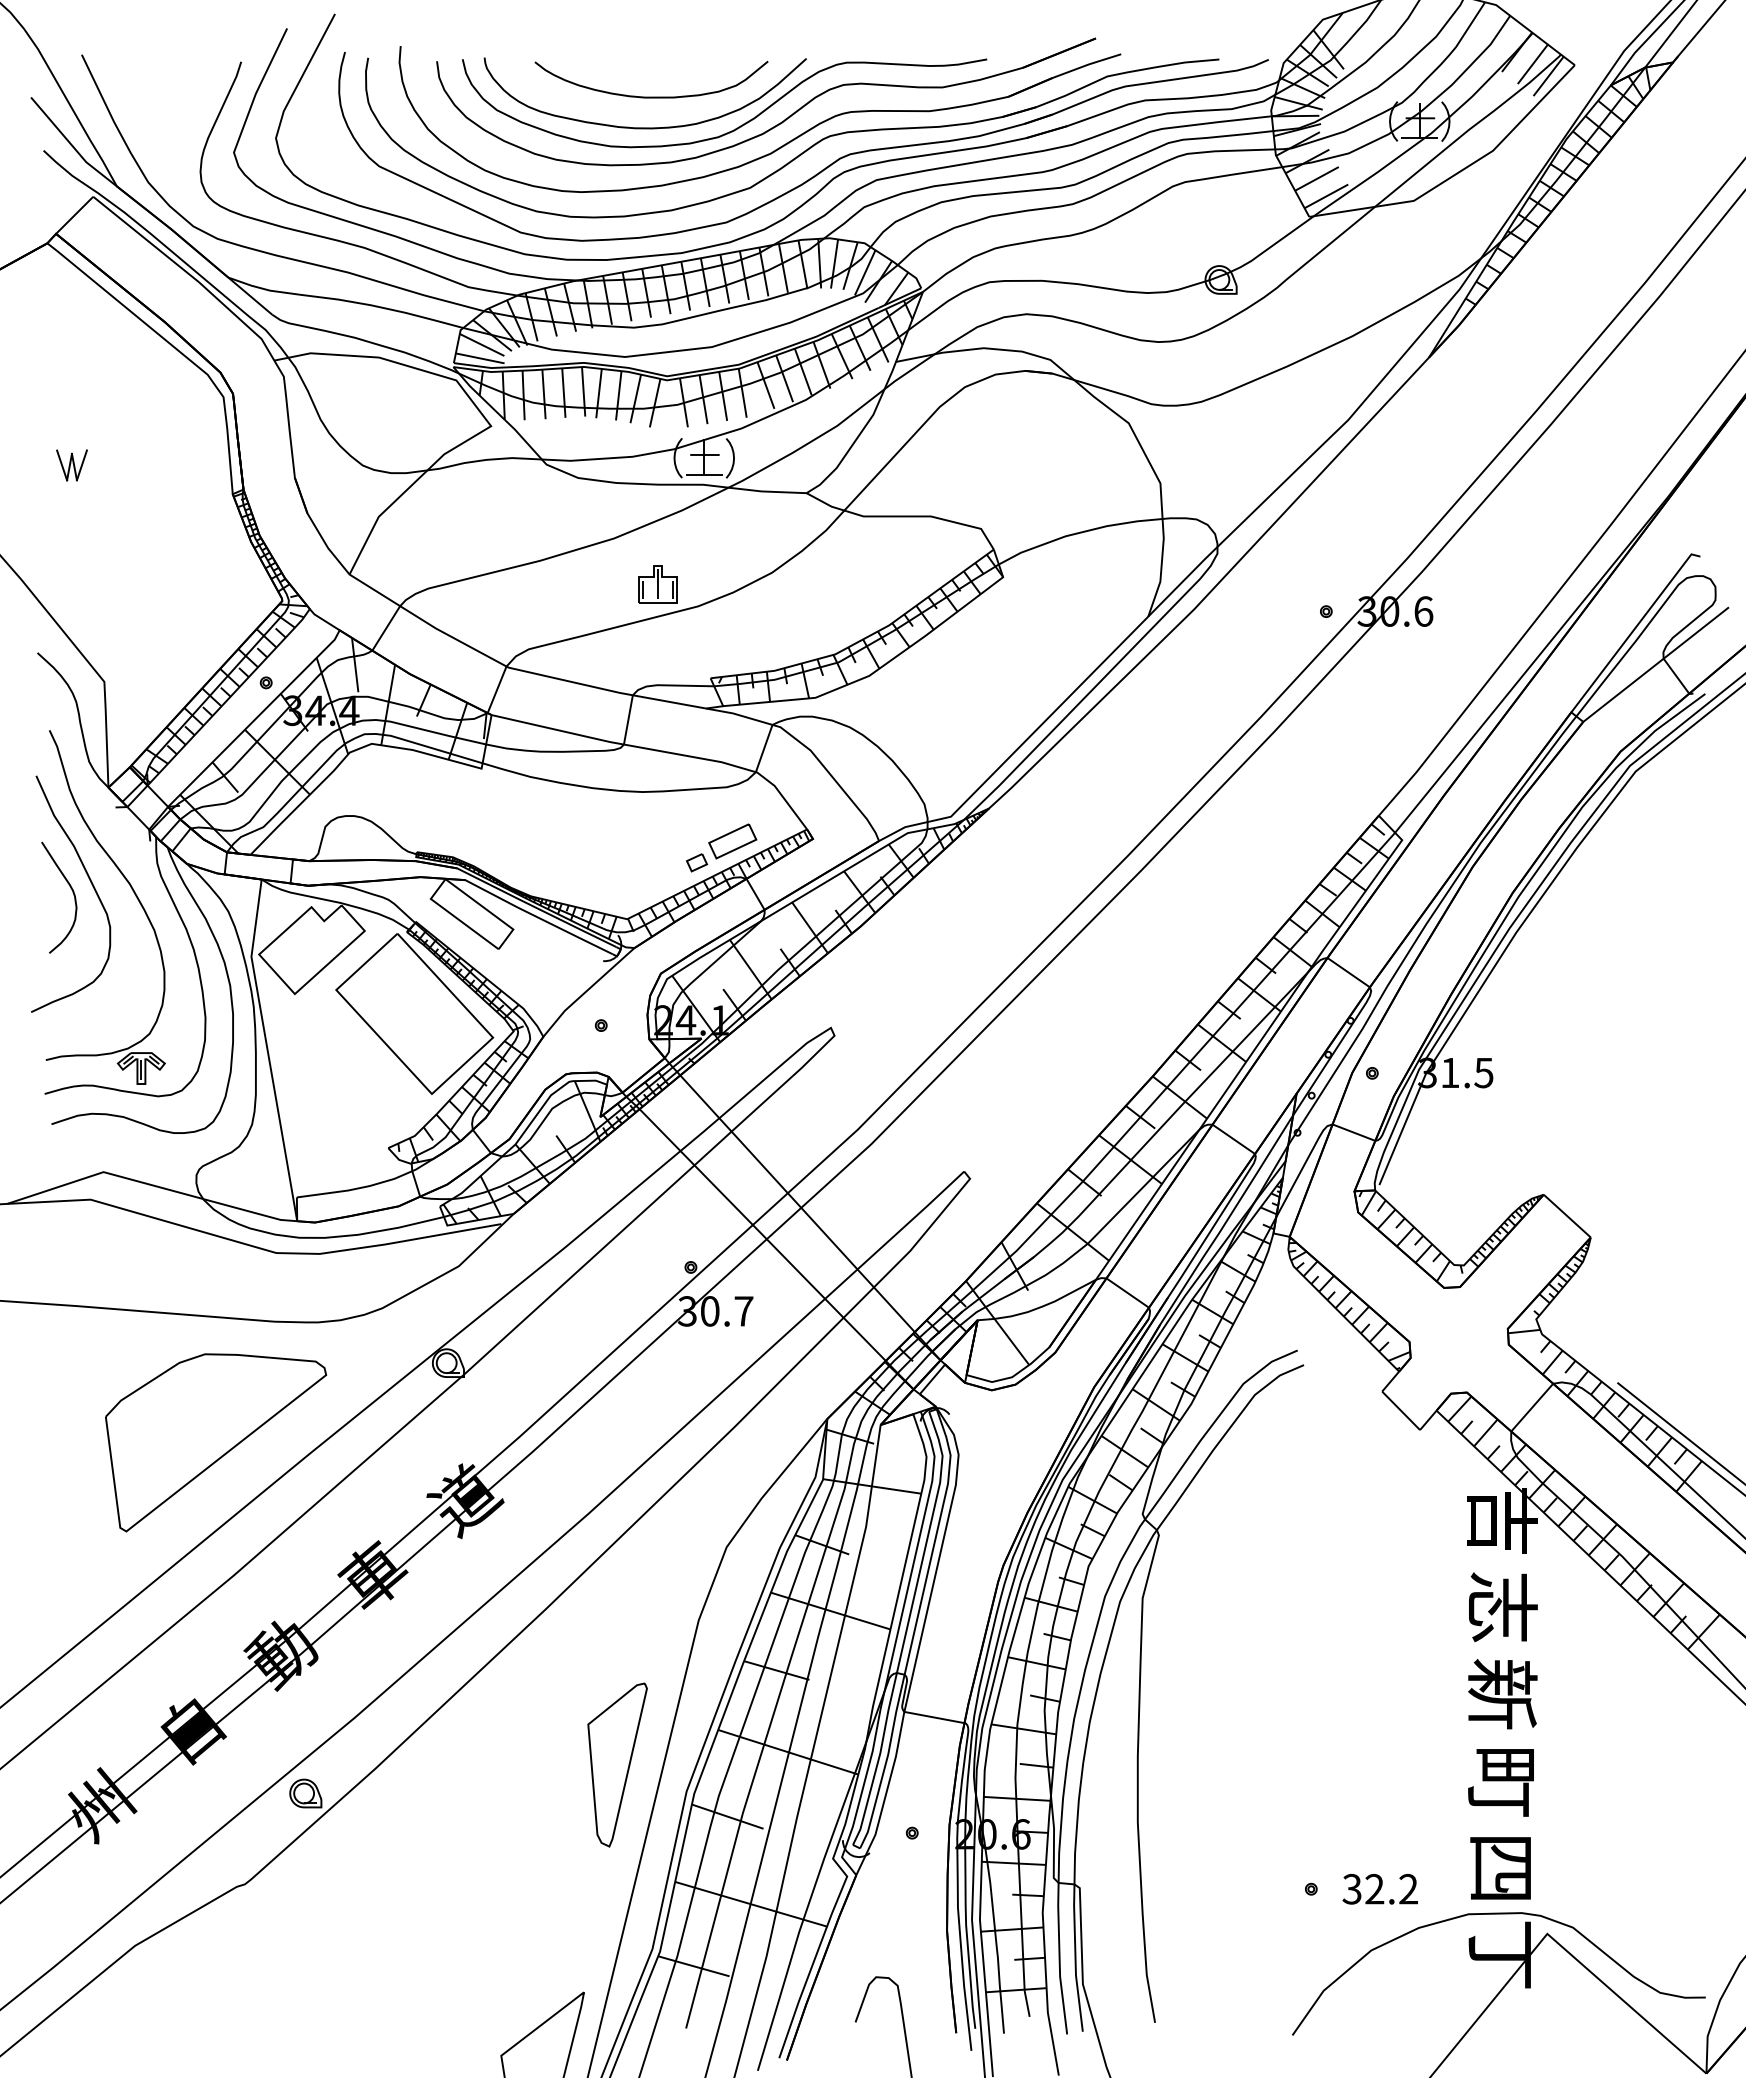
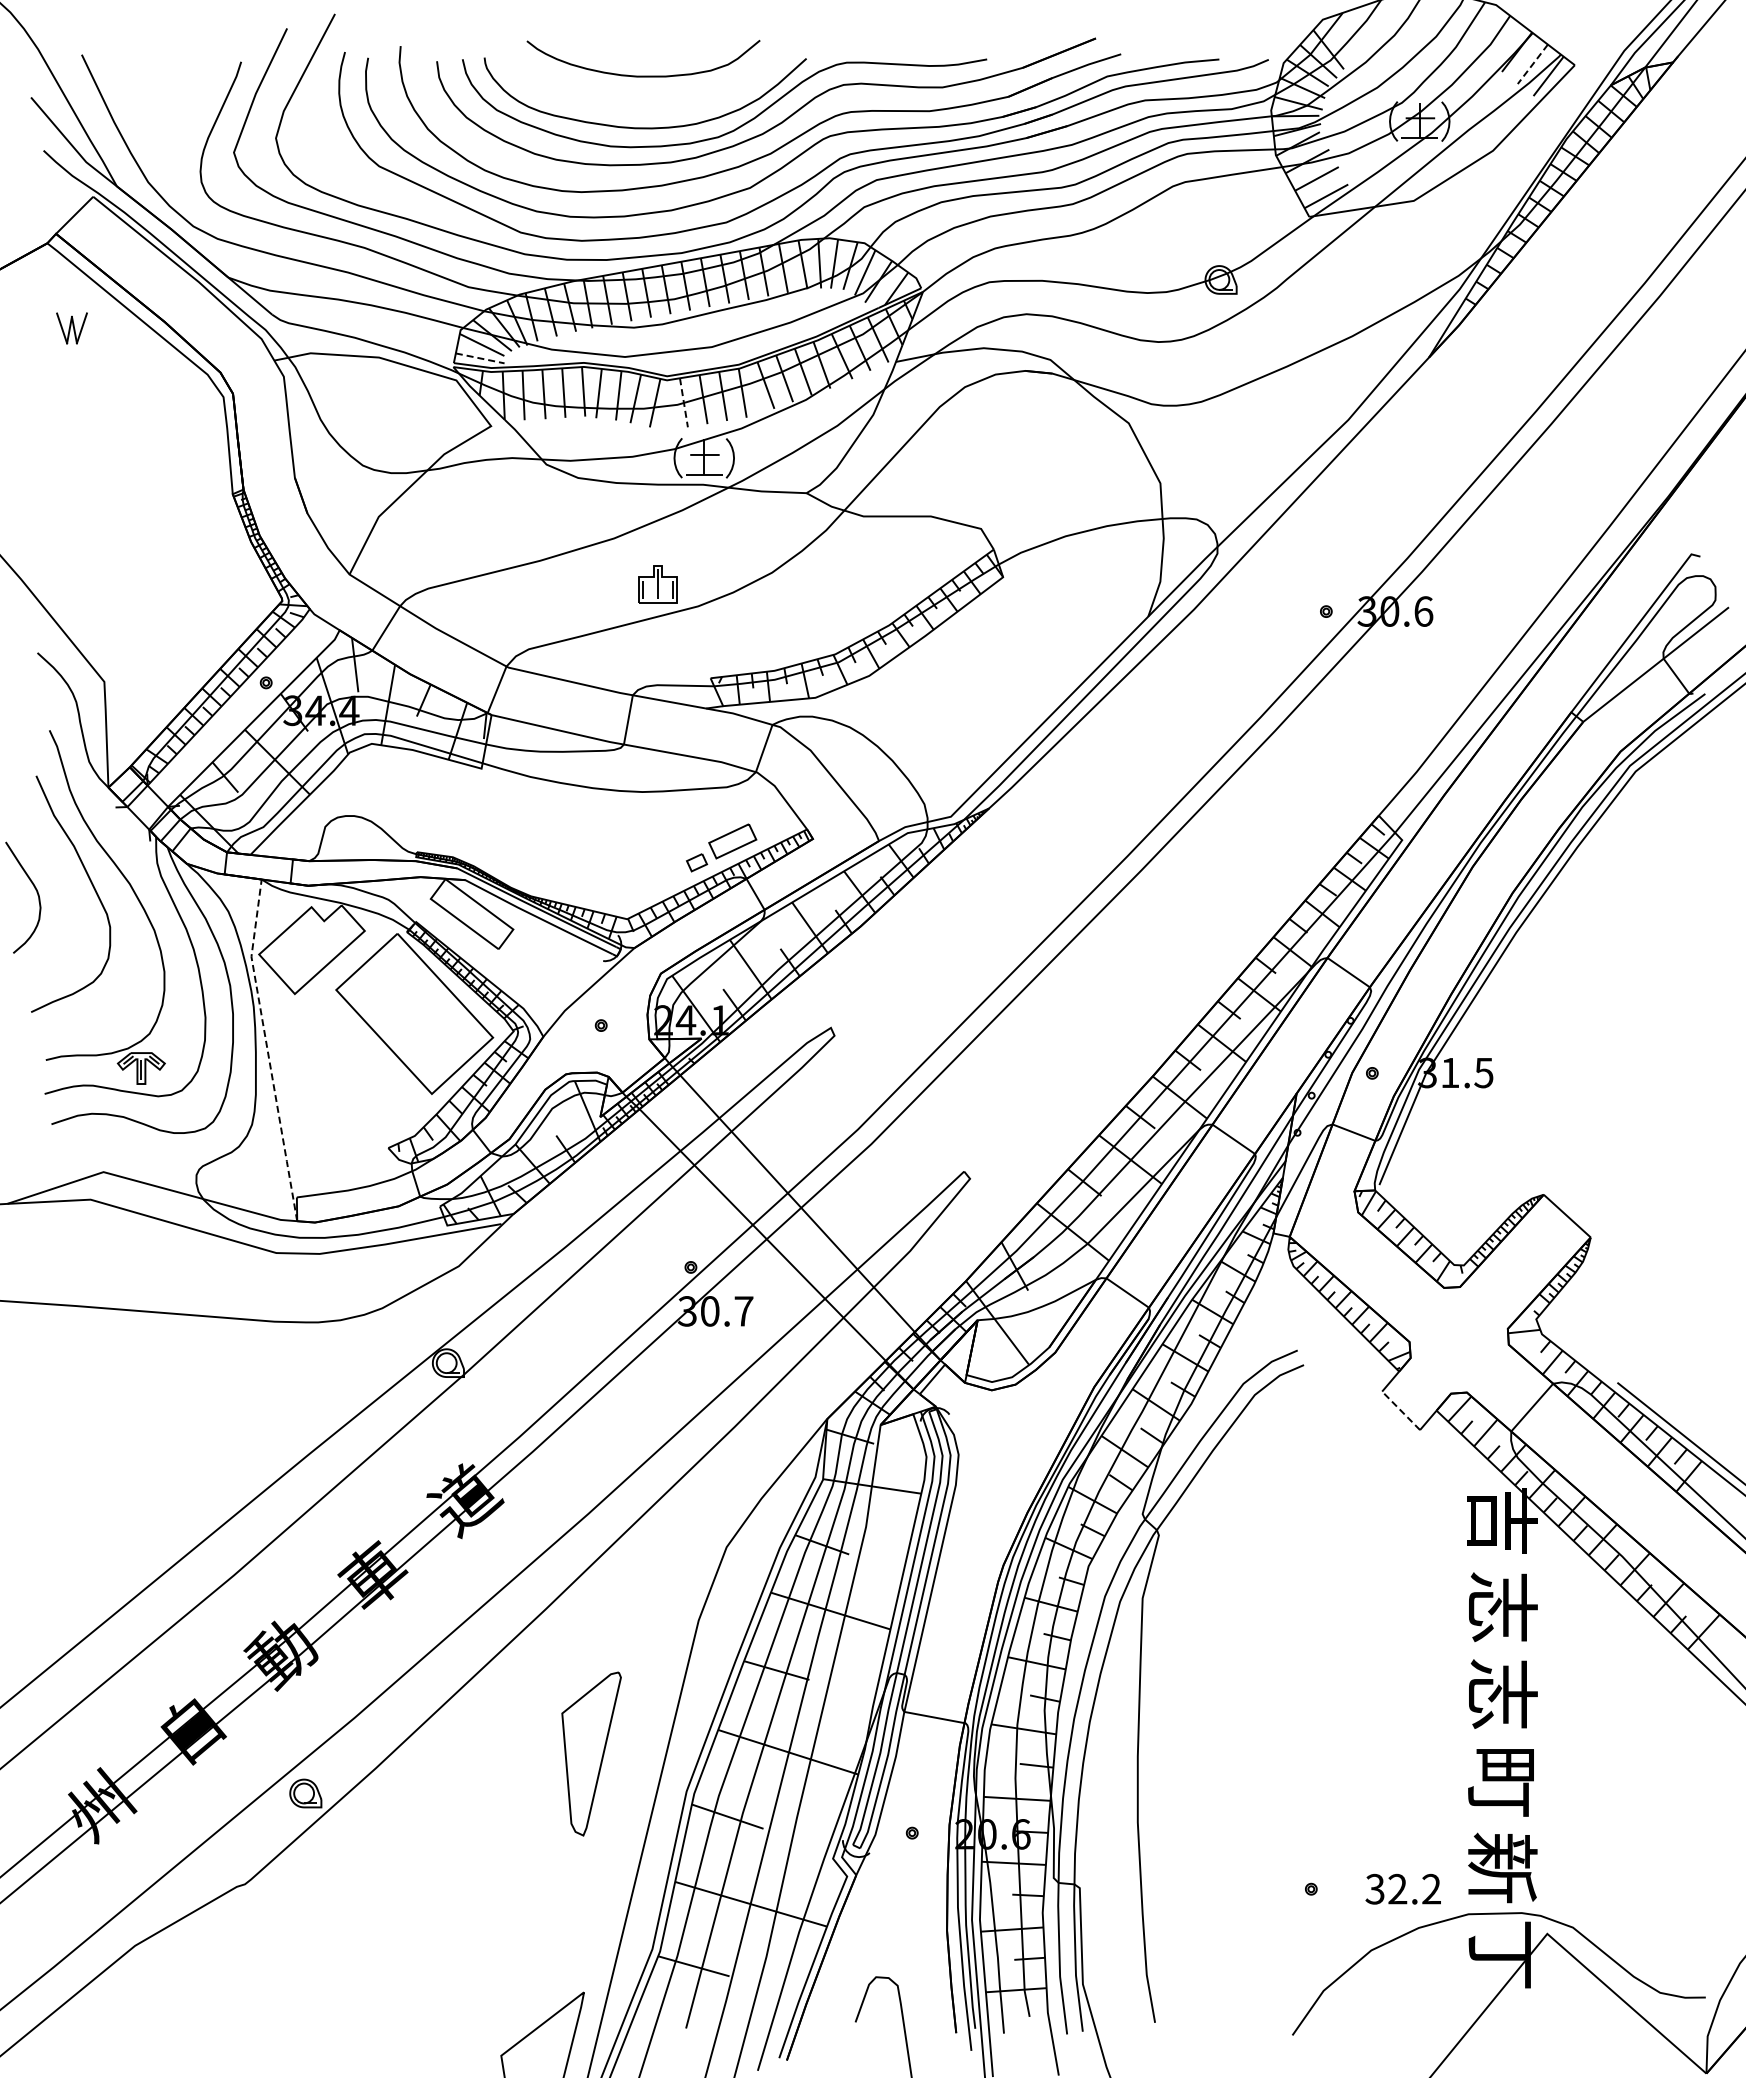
line at (1532, 64): solid -> dashed
curve at (651, 96) position: (651, 96) -> (643, 75)
line at (480, 358): solid -> dashed
line at (683, 402): solid -> dashed
part at (71, 465) position: (71, 465) -> (71, 328)
curve at (71, 890) position: (71, 890) -> (35, 890)
line at (267, 1050): solid -> dashed
line at (1401, 1410): solid -> dashed
part at (216, 1442): present -> none
text at (1502, 1693): 新 -> 志
part at (617, 1764) position: (617, 1764) -> (591, 1753)
text at (1502, 1867): 四 -> 新
text at (1379, 1888) position: (1379, 1888) -> (1402, 1888)
